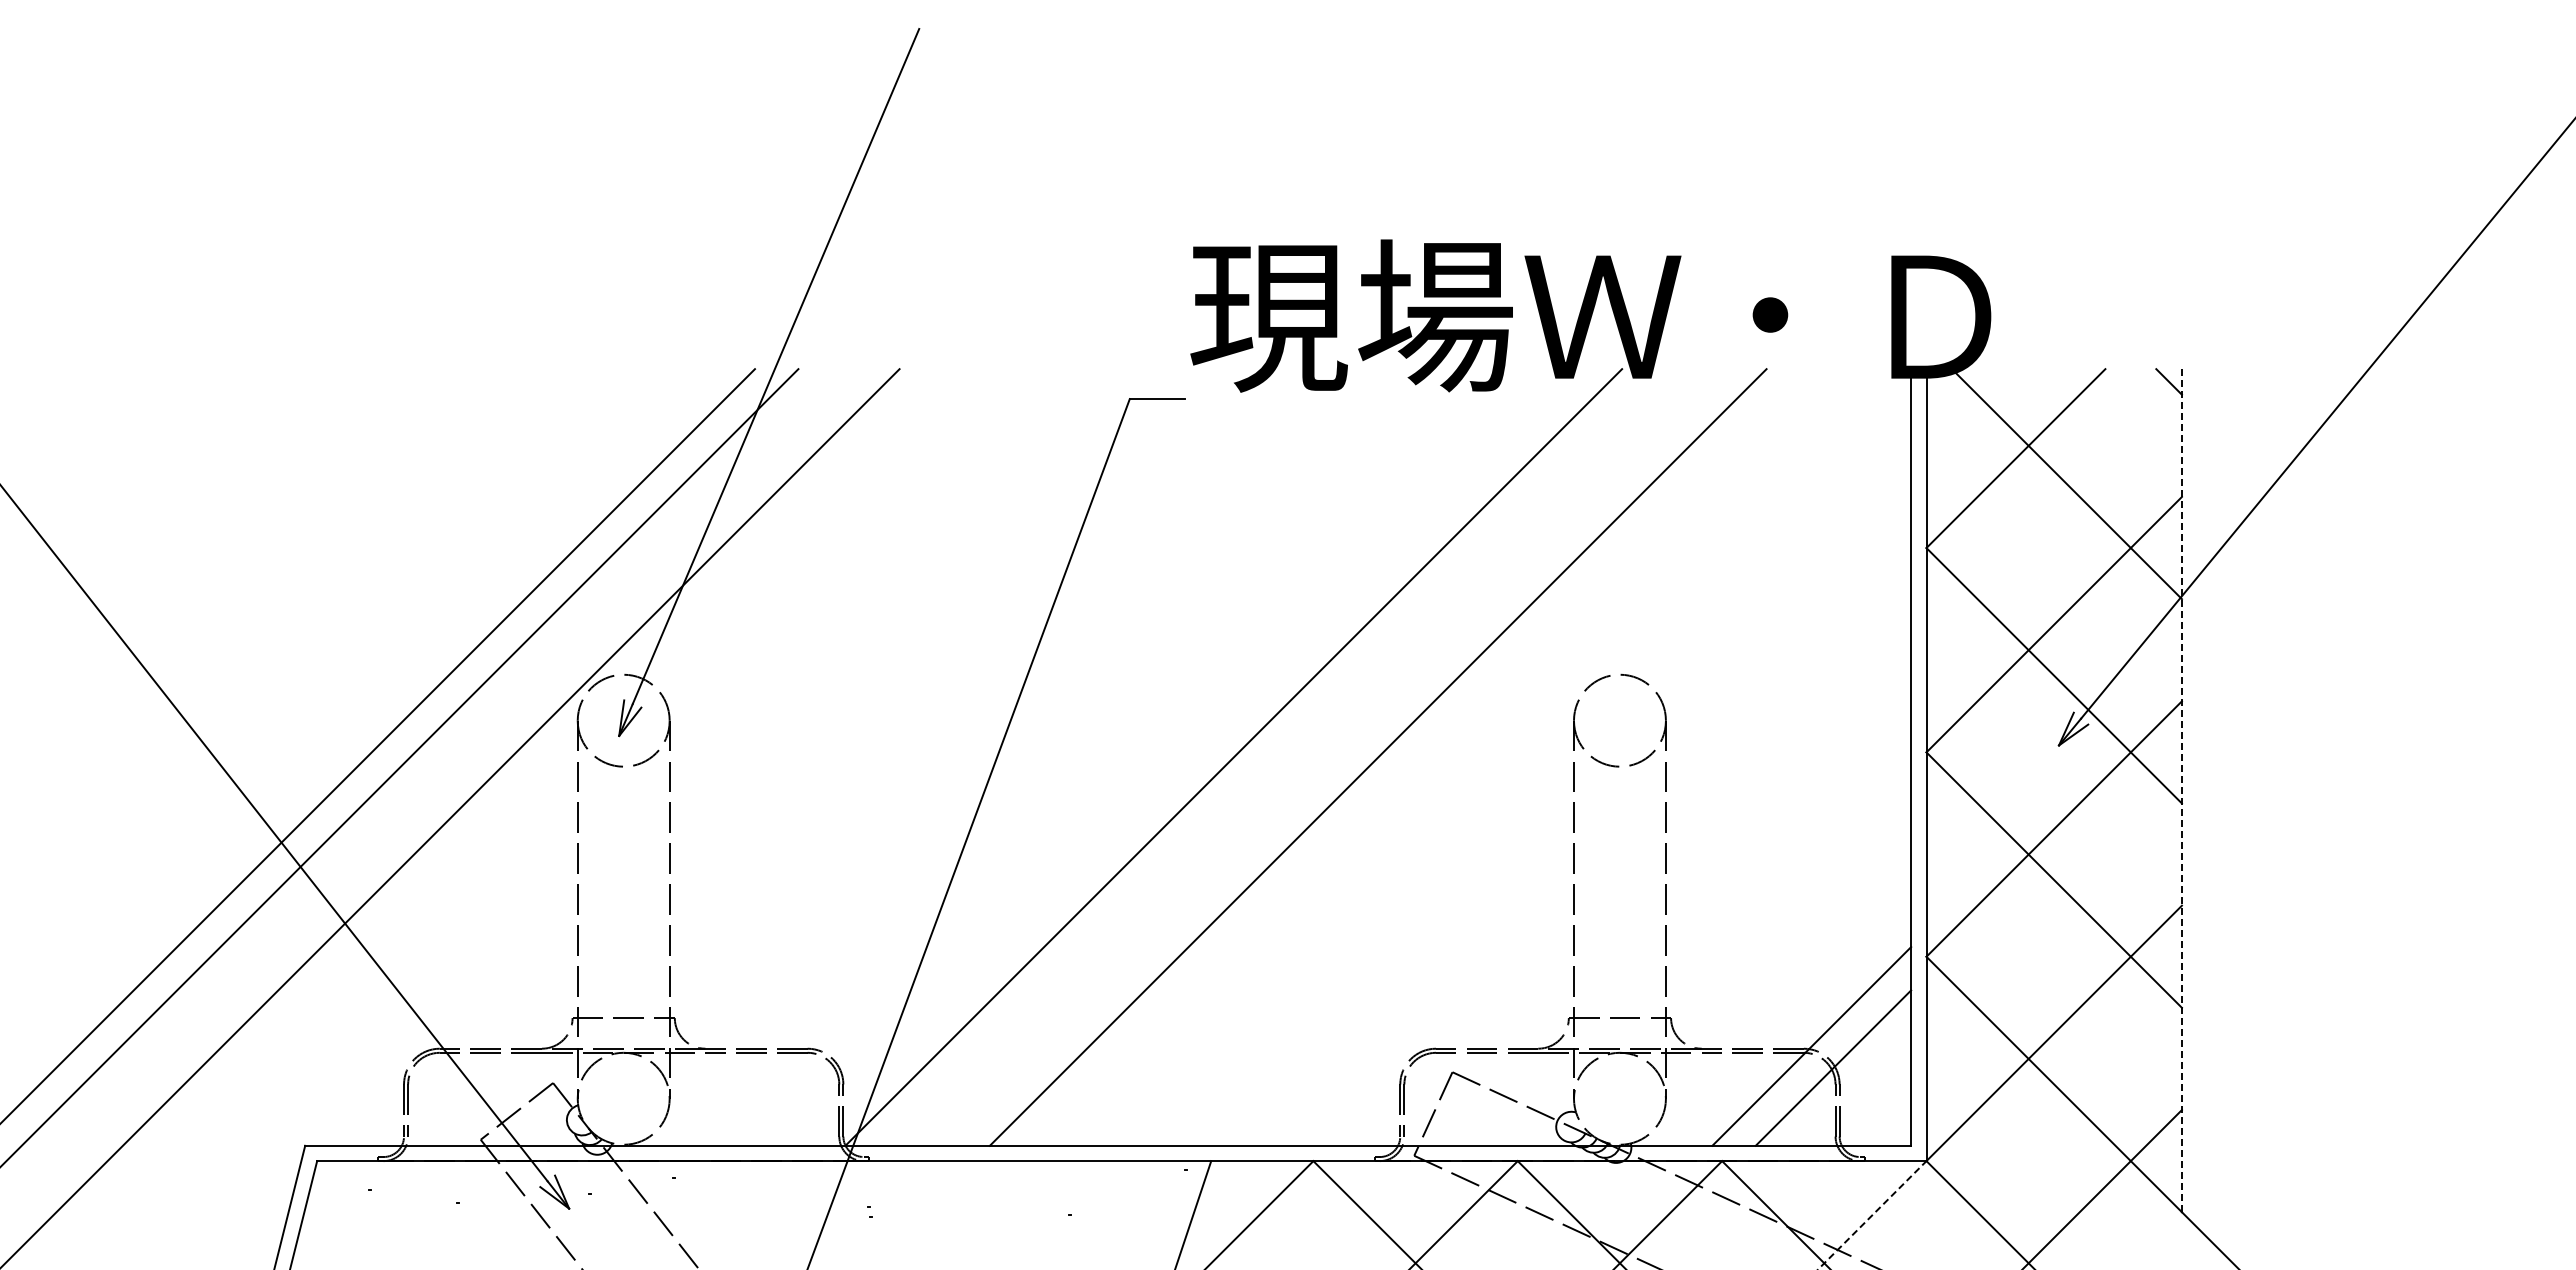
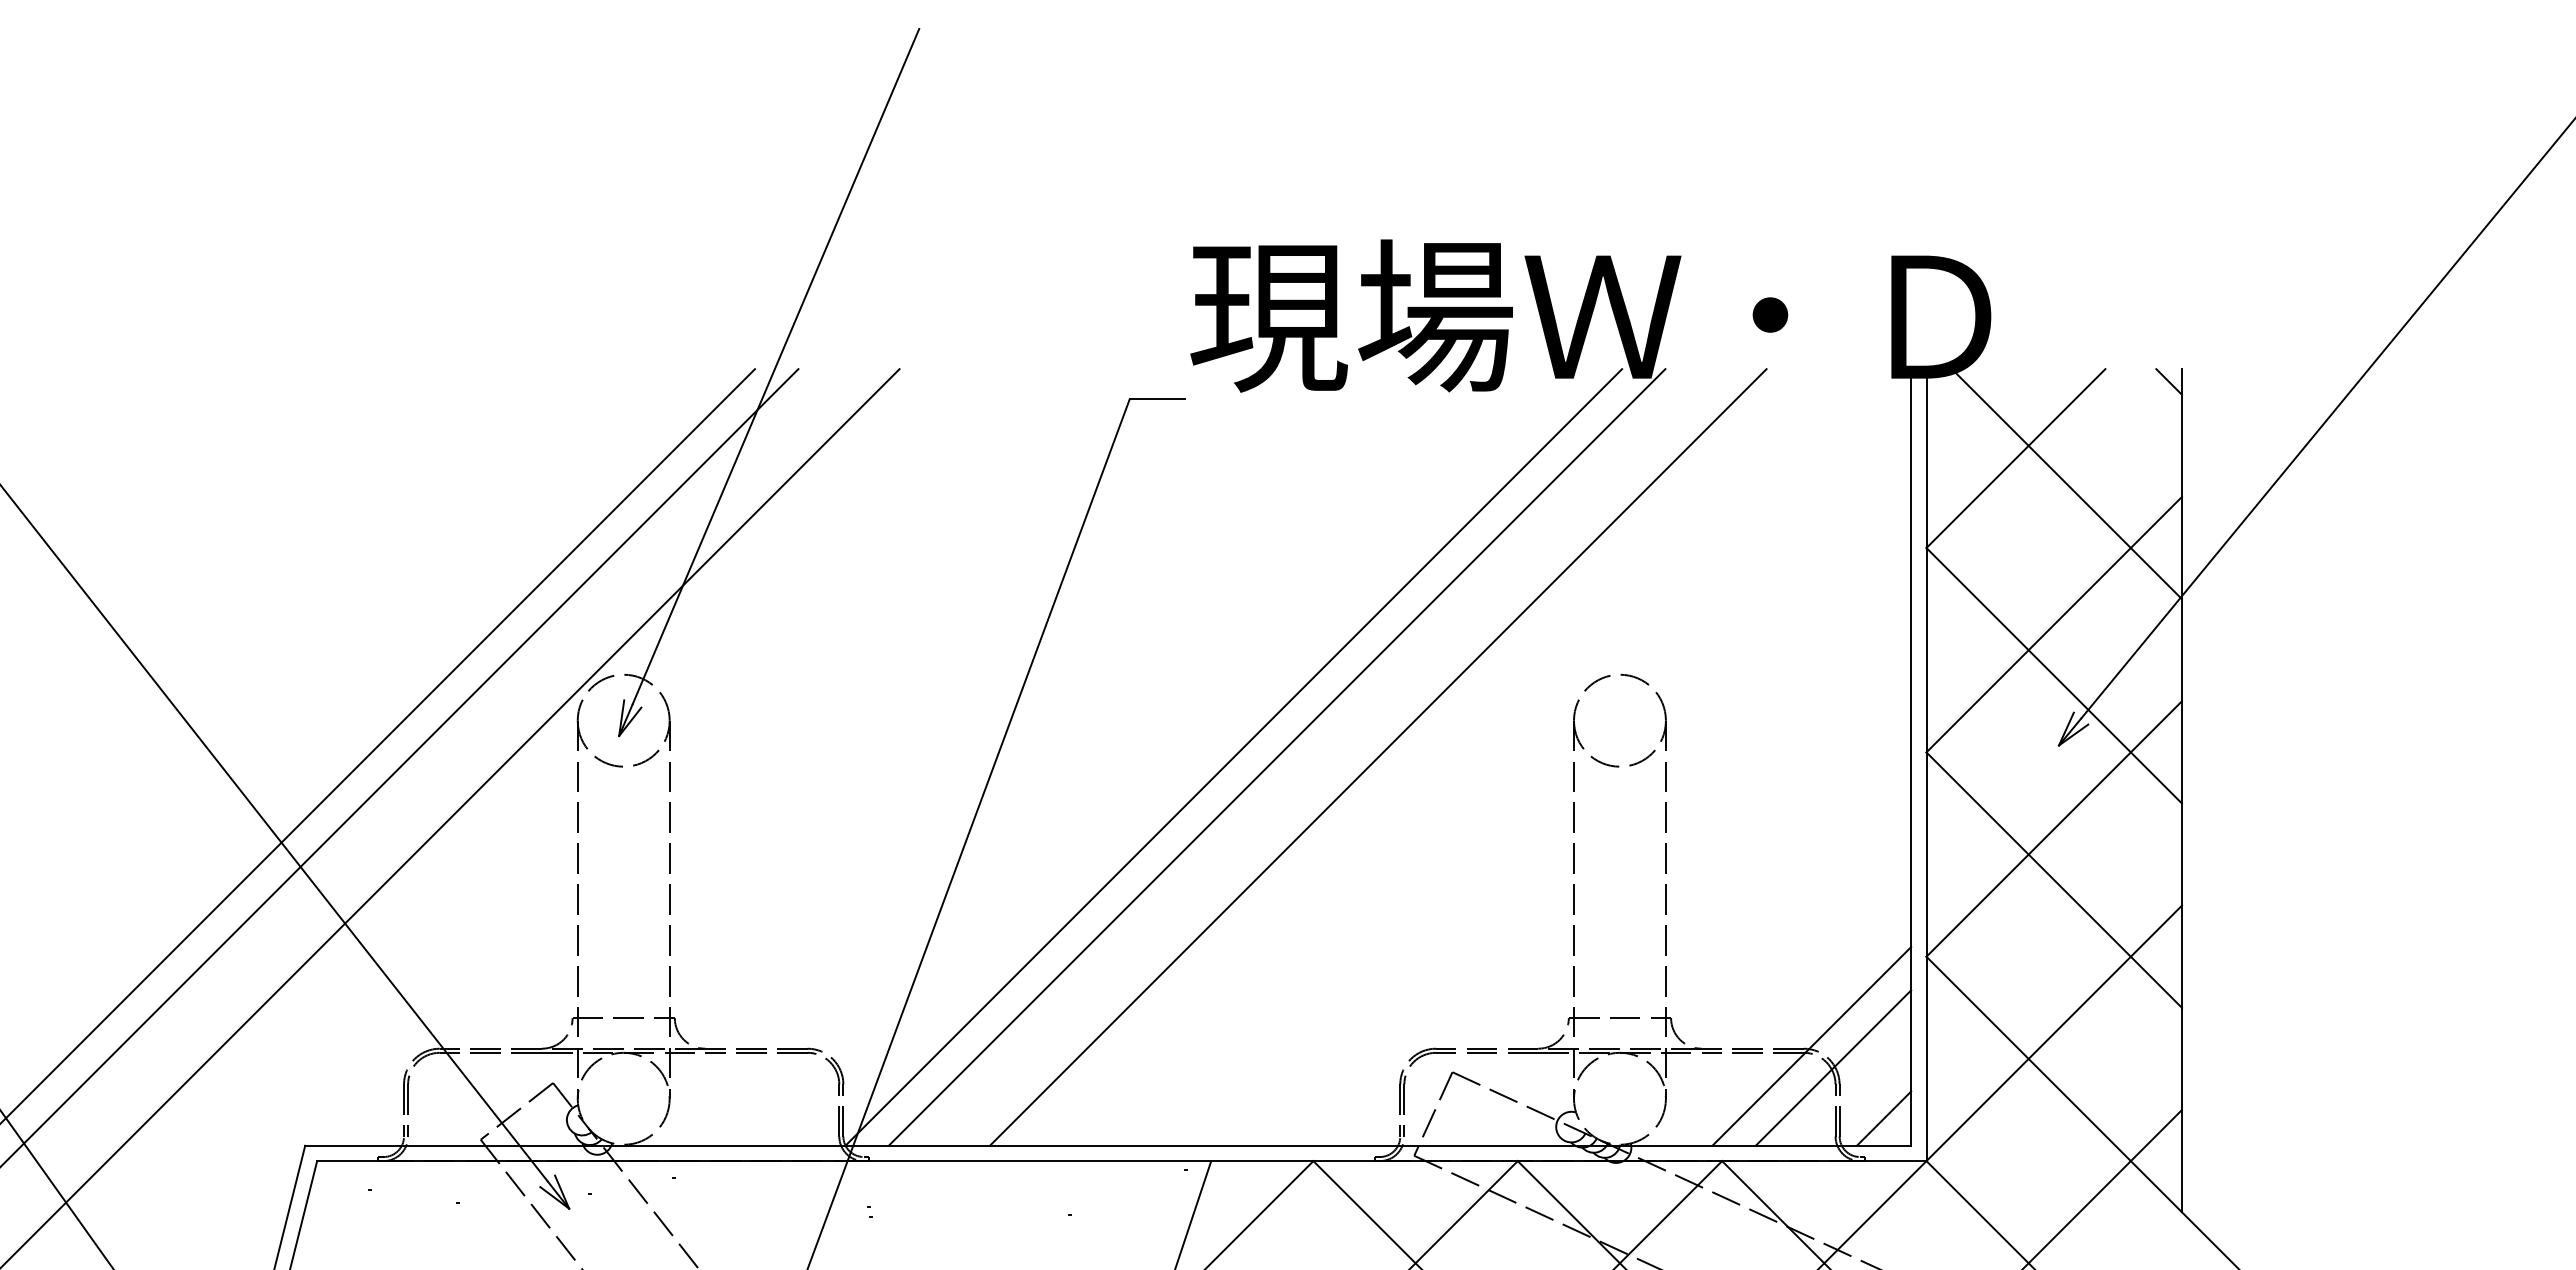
line at (1276, 757): none -> present
line at (2181, 790): dashed -> solid
line at (1883, 1118): none -> present
line at (56, 1189): none -> present
line at (1872, 1214): dashed -> solid
